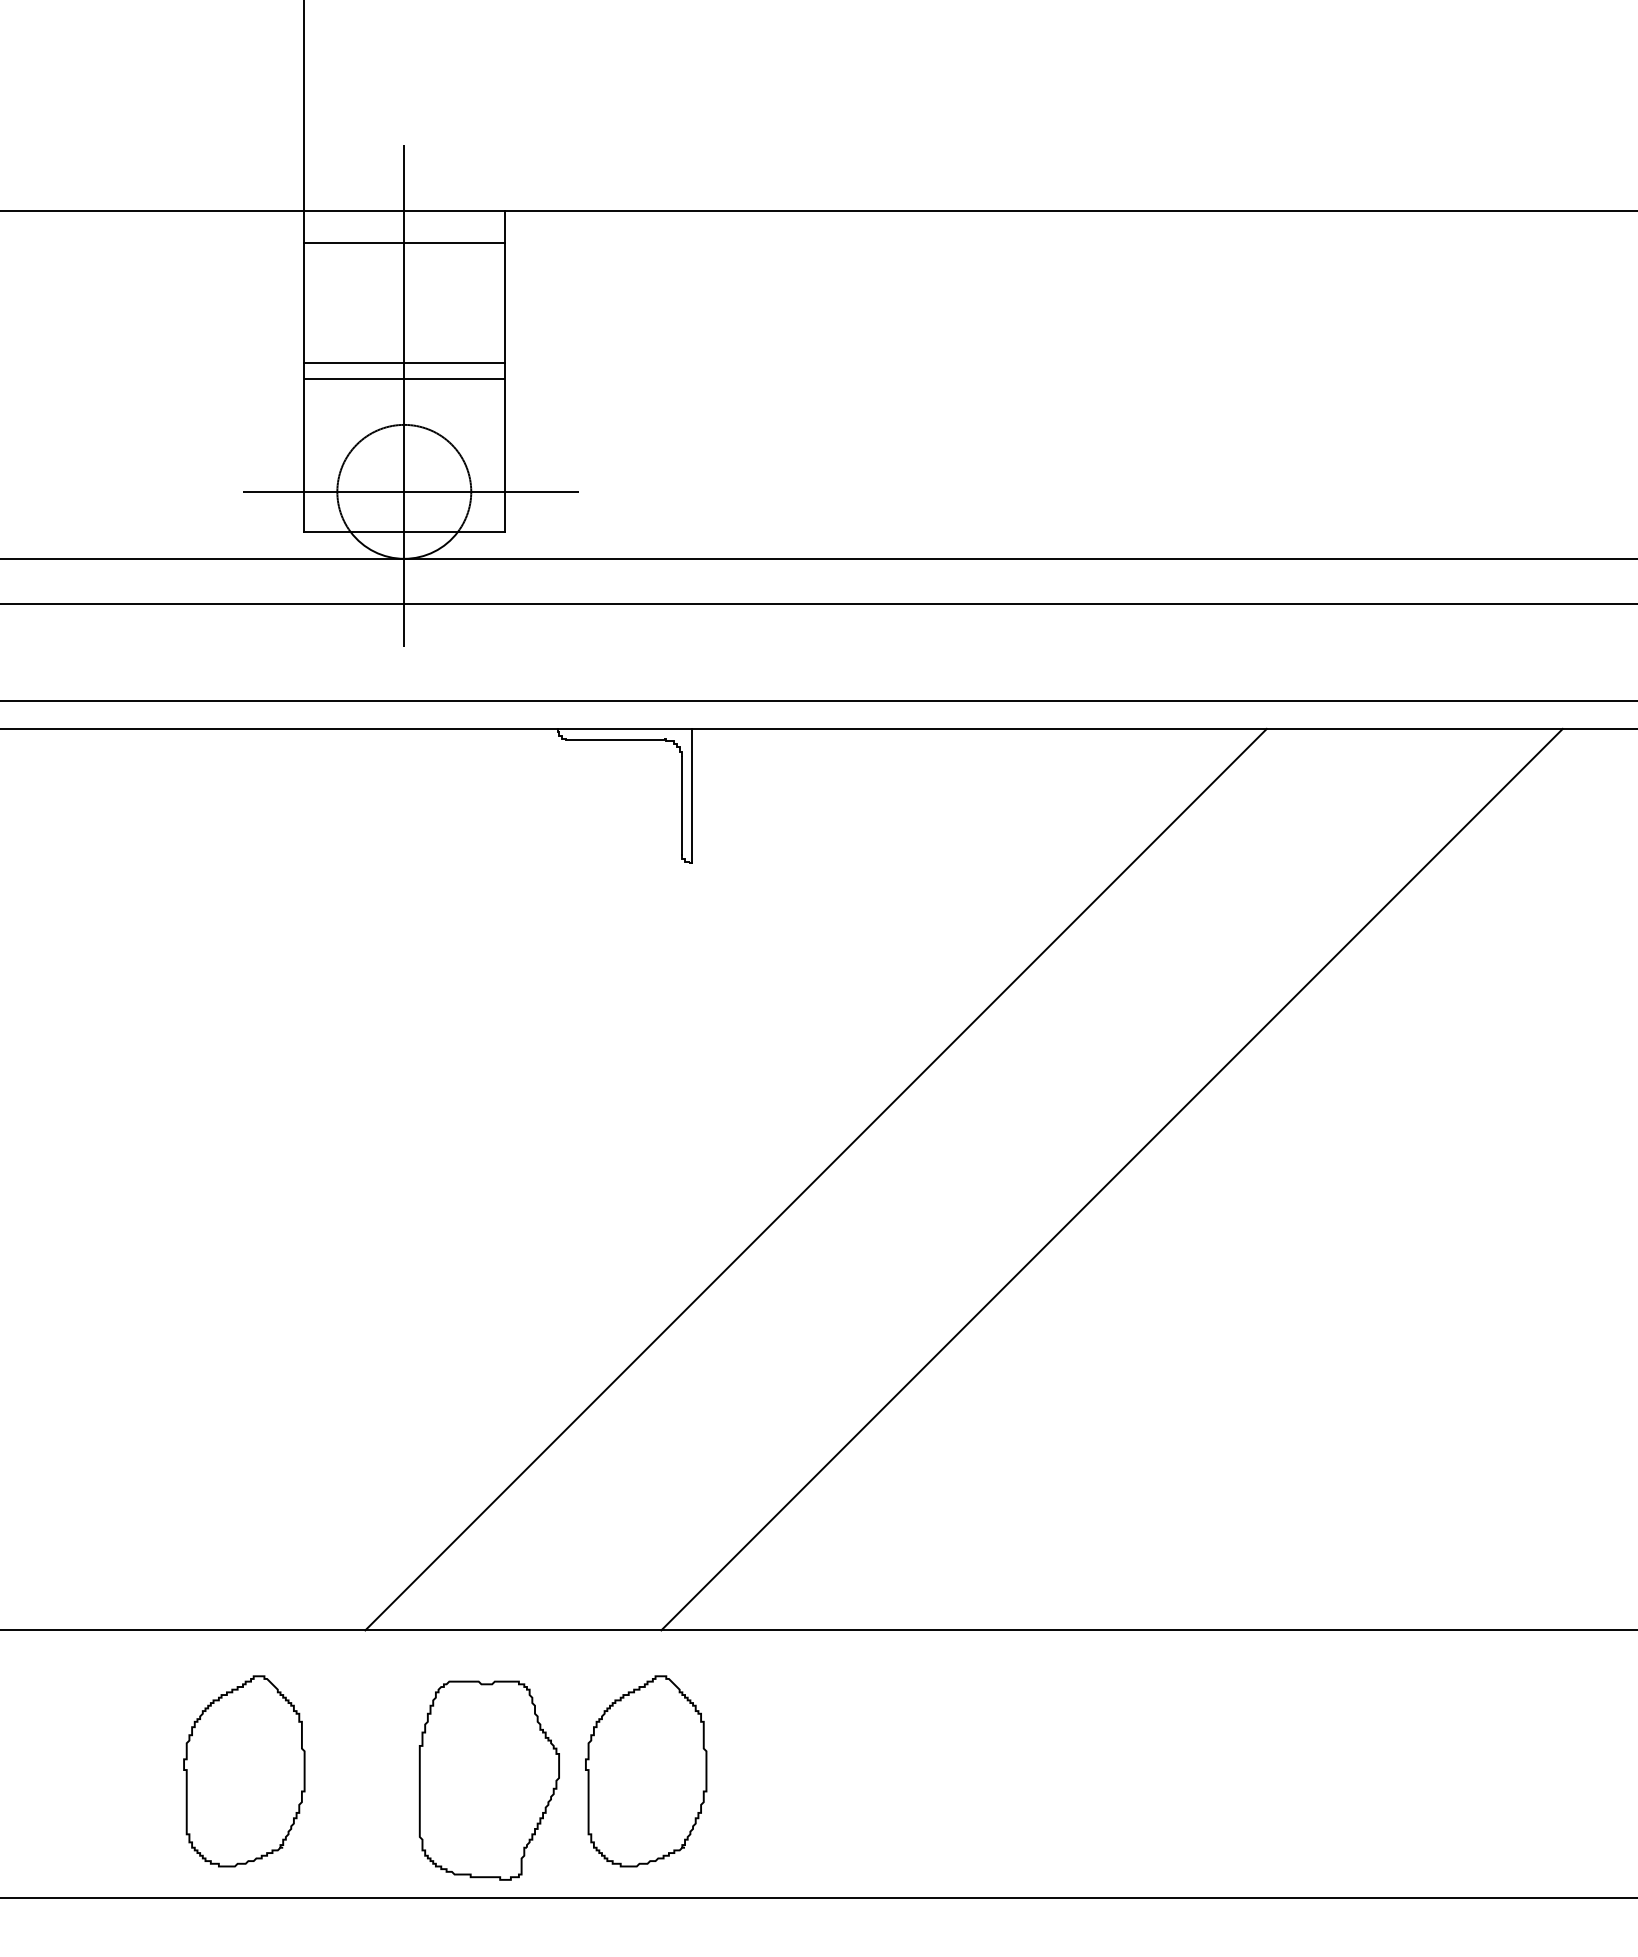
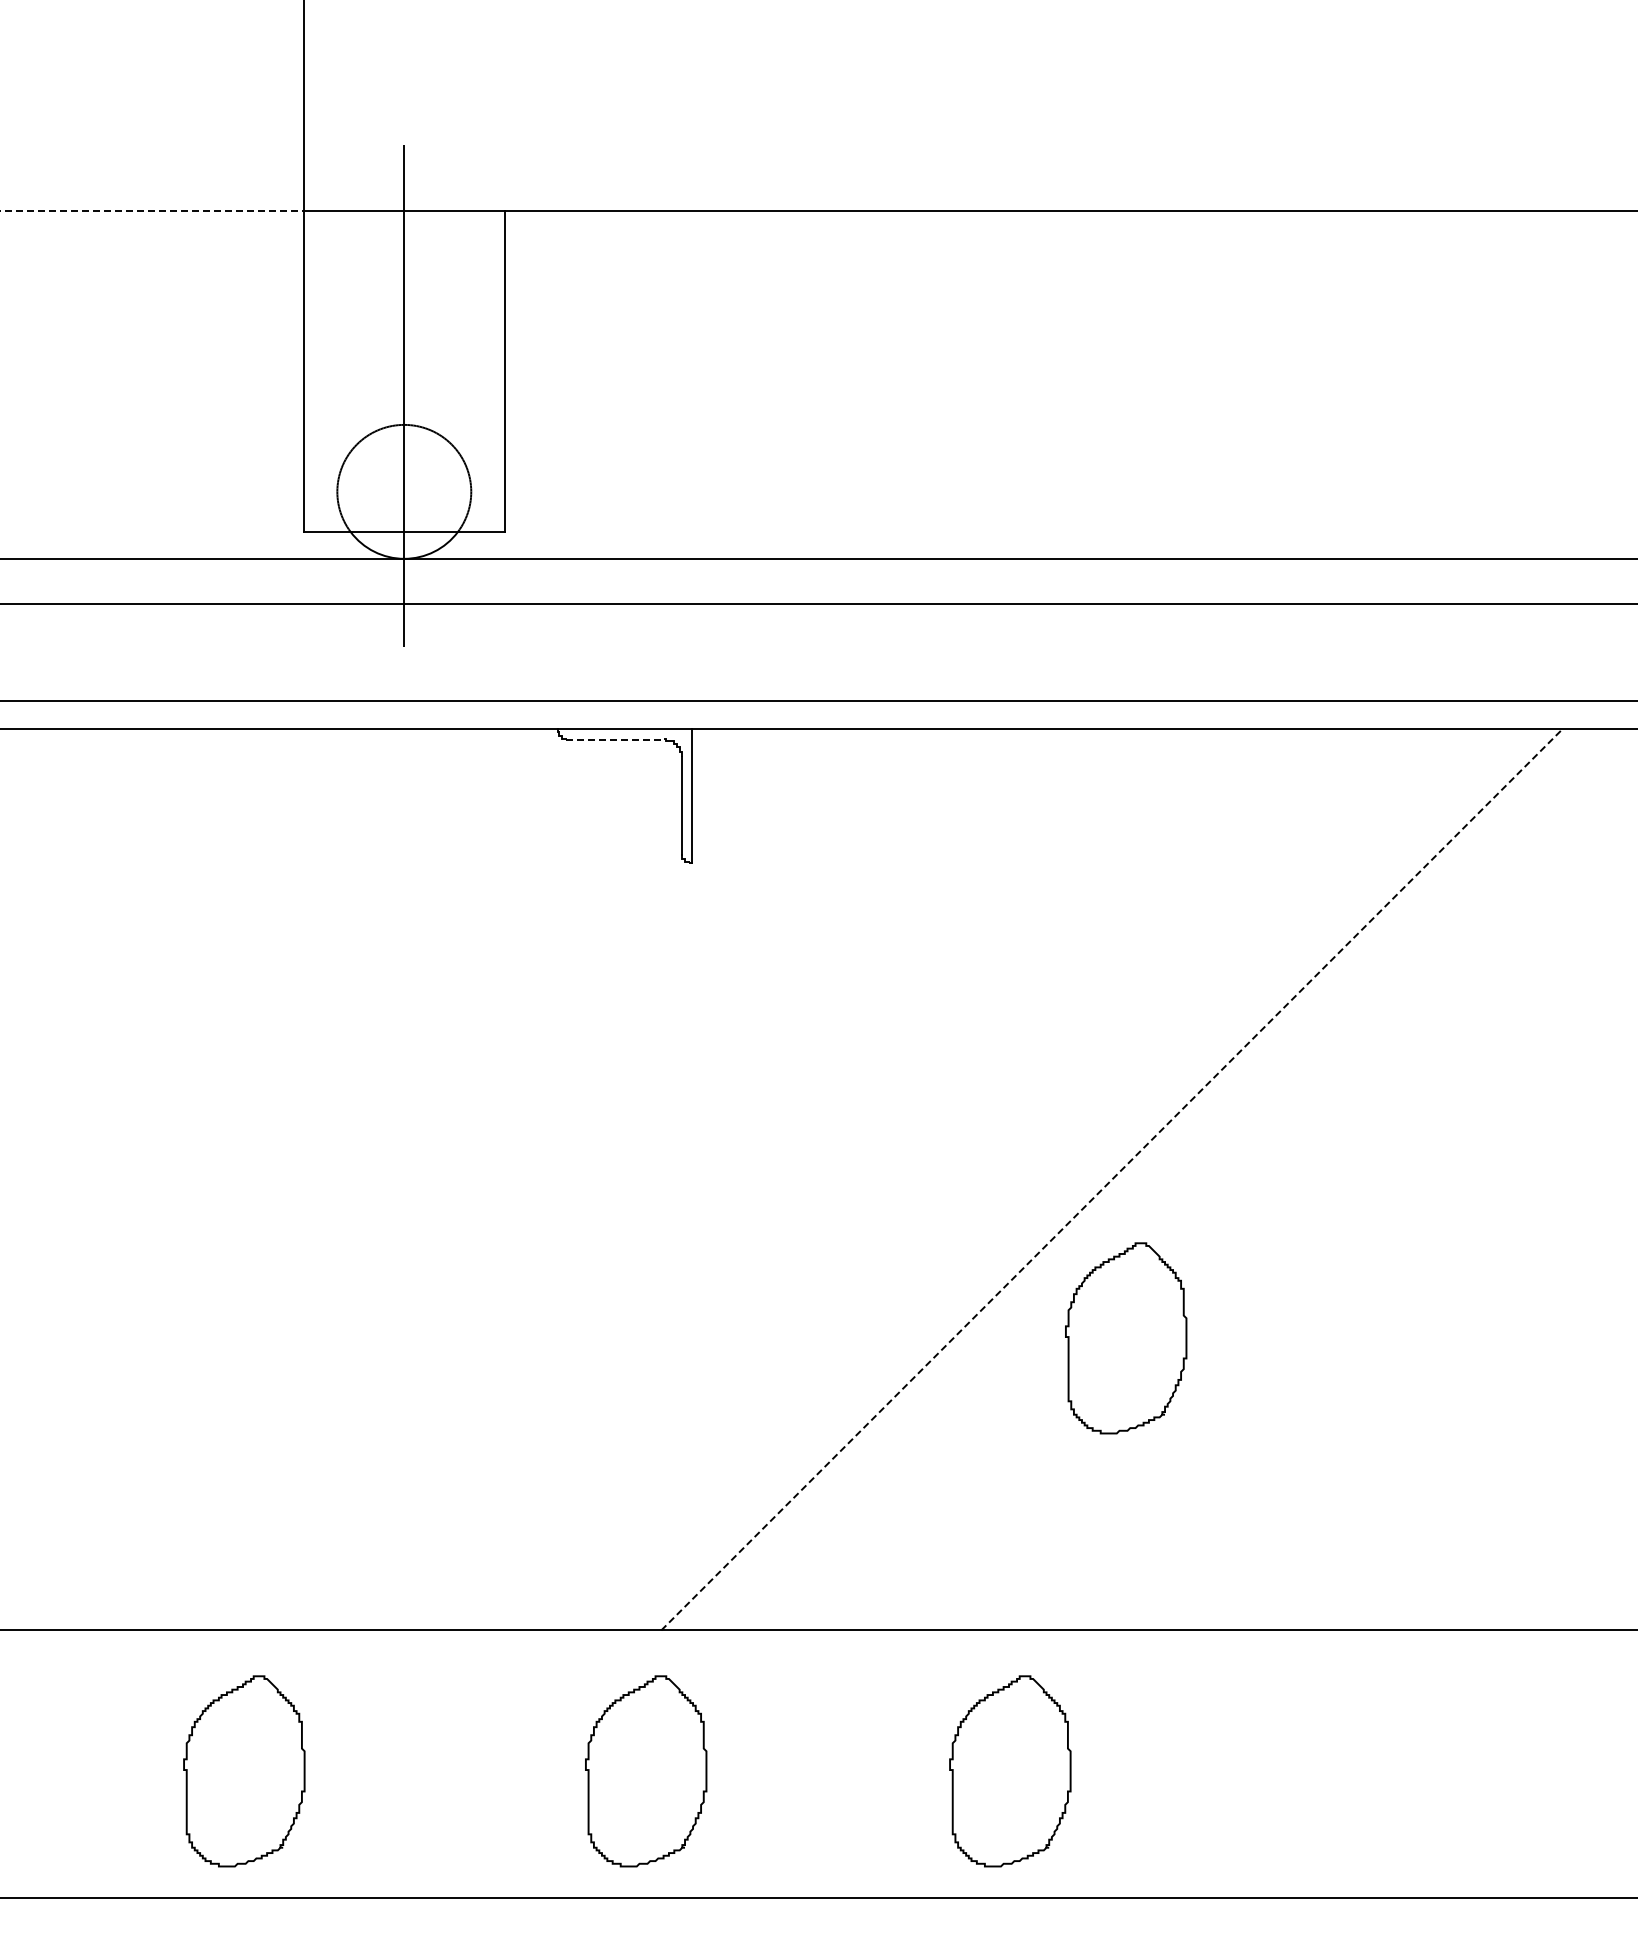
line at (152, 210): solid -> dashed
line at (403, 242): present -> none
line at (403, 363): present -> none
line at (403, 379): present -> none
line at (410, 491): present -> none
line at (615, 739): solid -> dashed
line at (815, 1179): present -> none
line at (1112, 1179): solid -> dashed
curve at (1069, 1338): none -> present
curve at (953, 1771): none -> present
part at (488, 1780): present -> none
